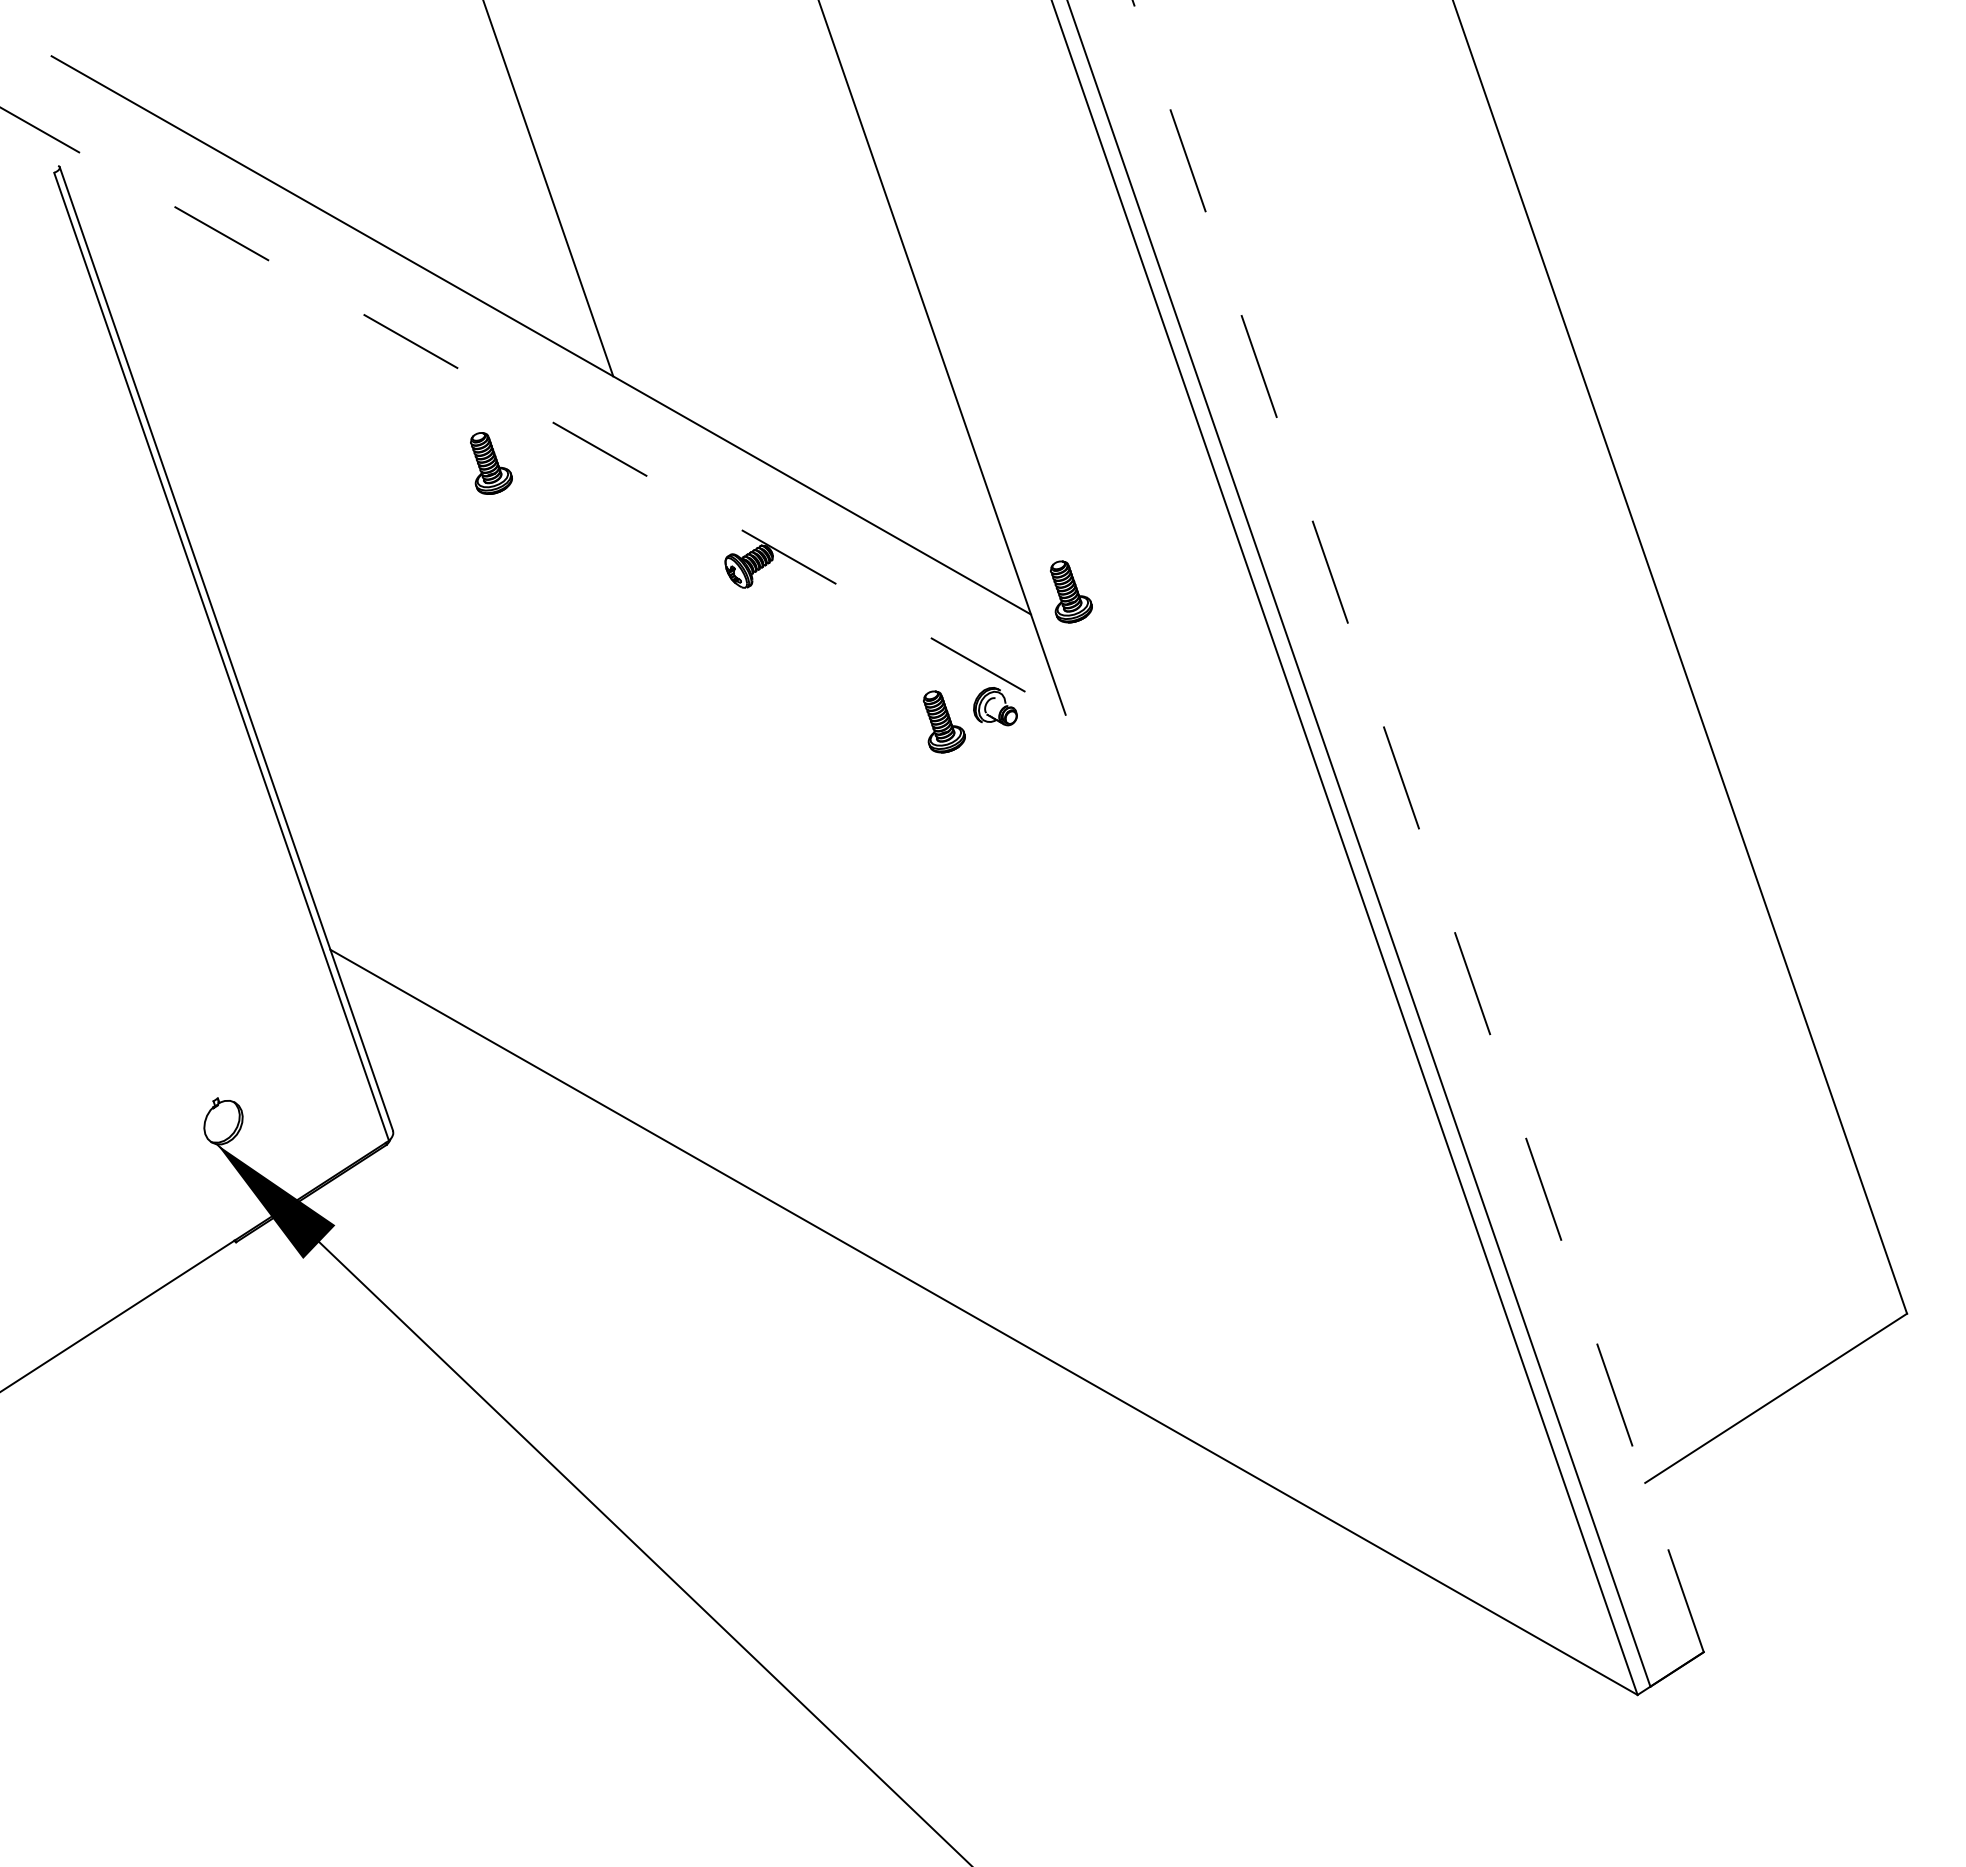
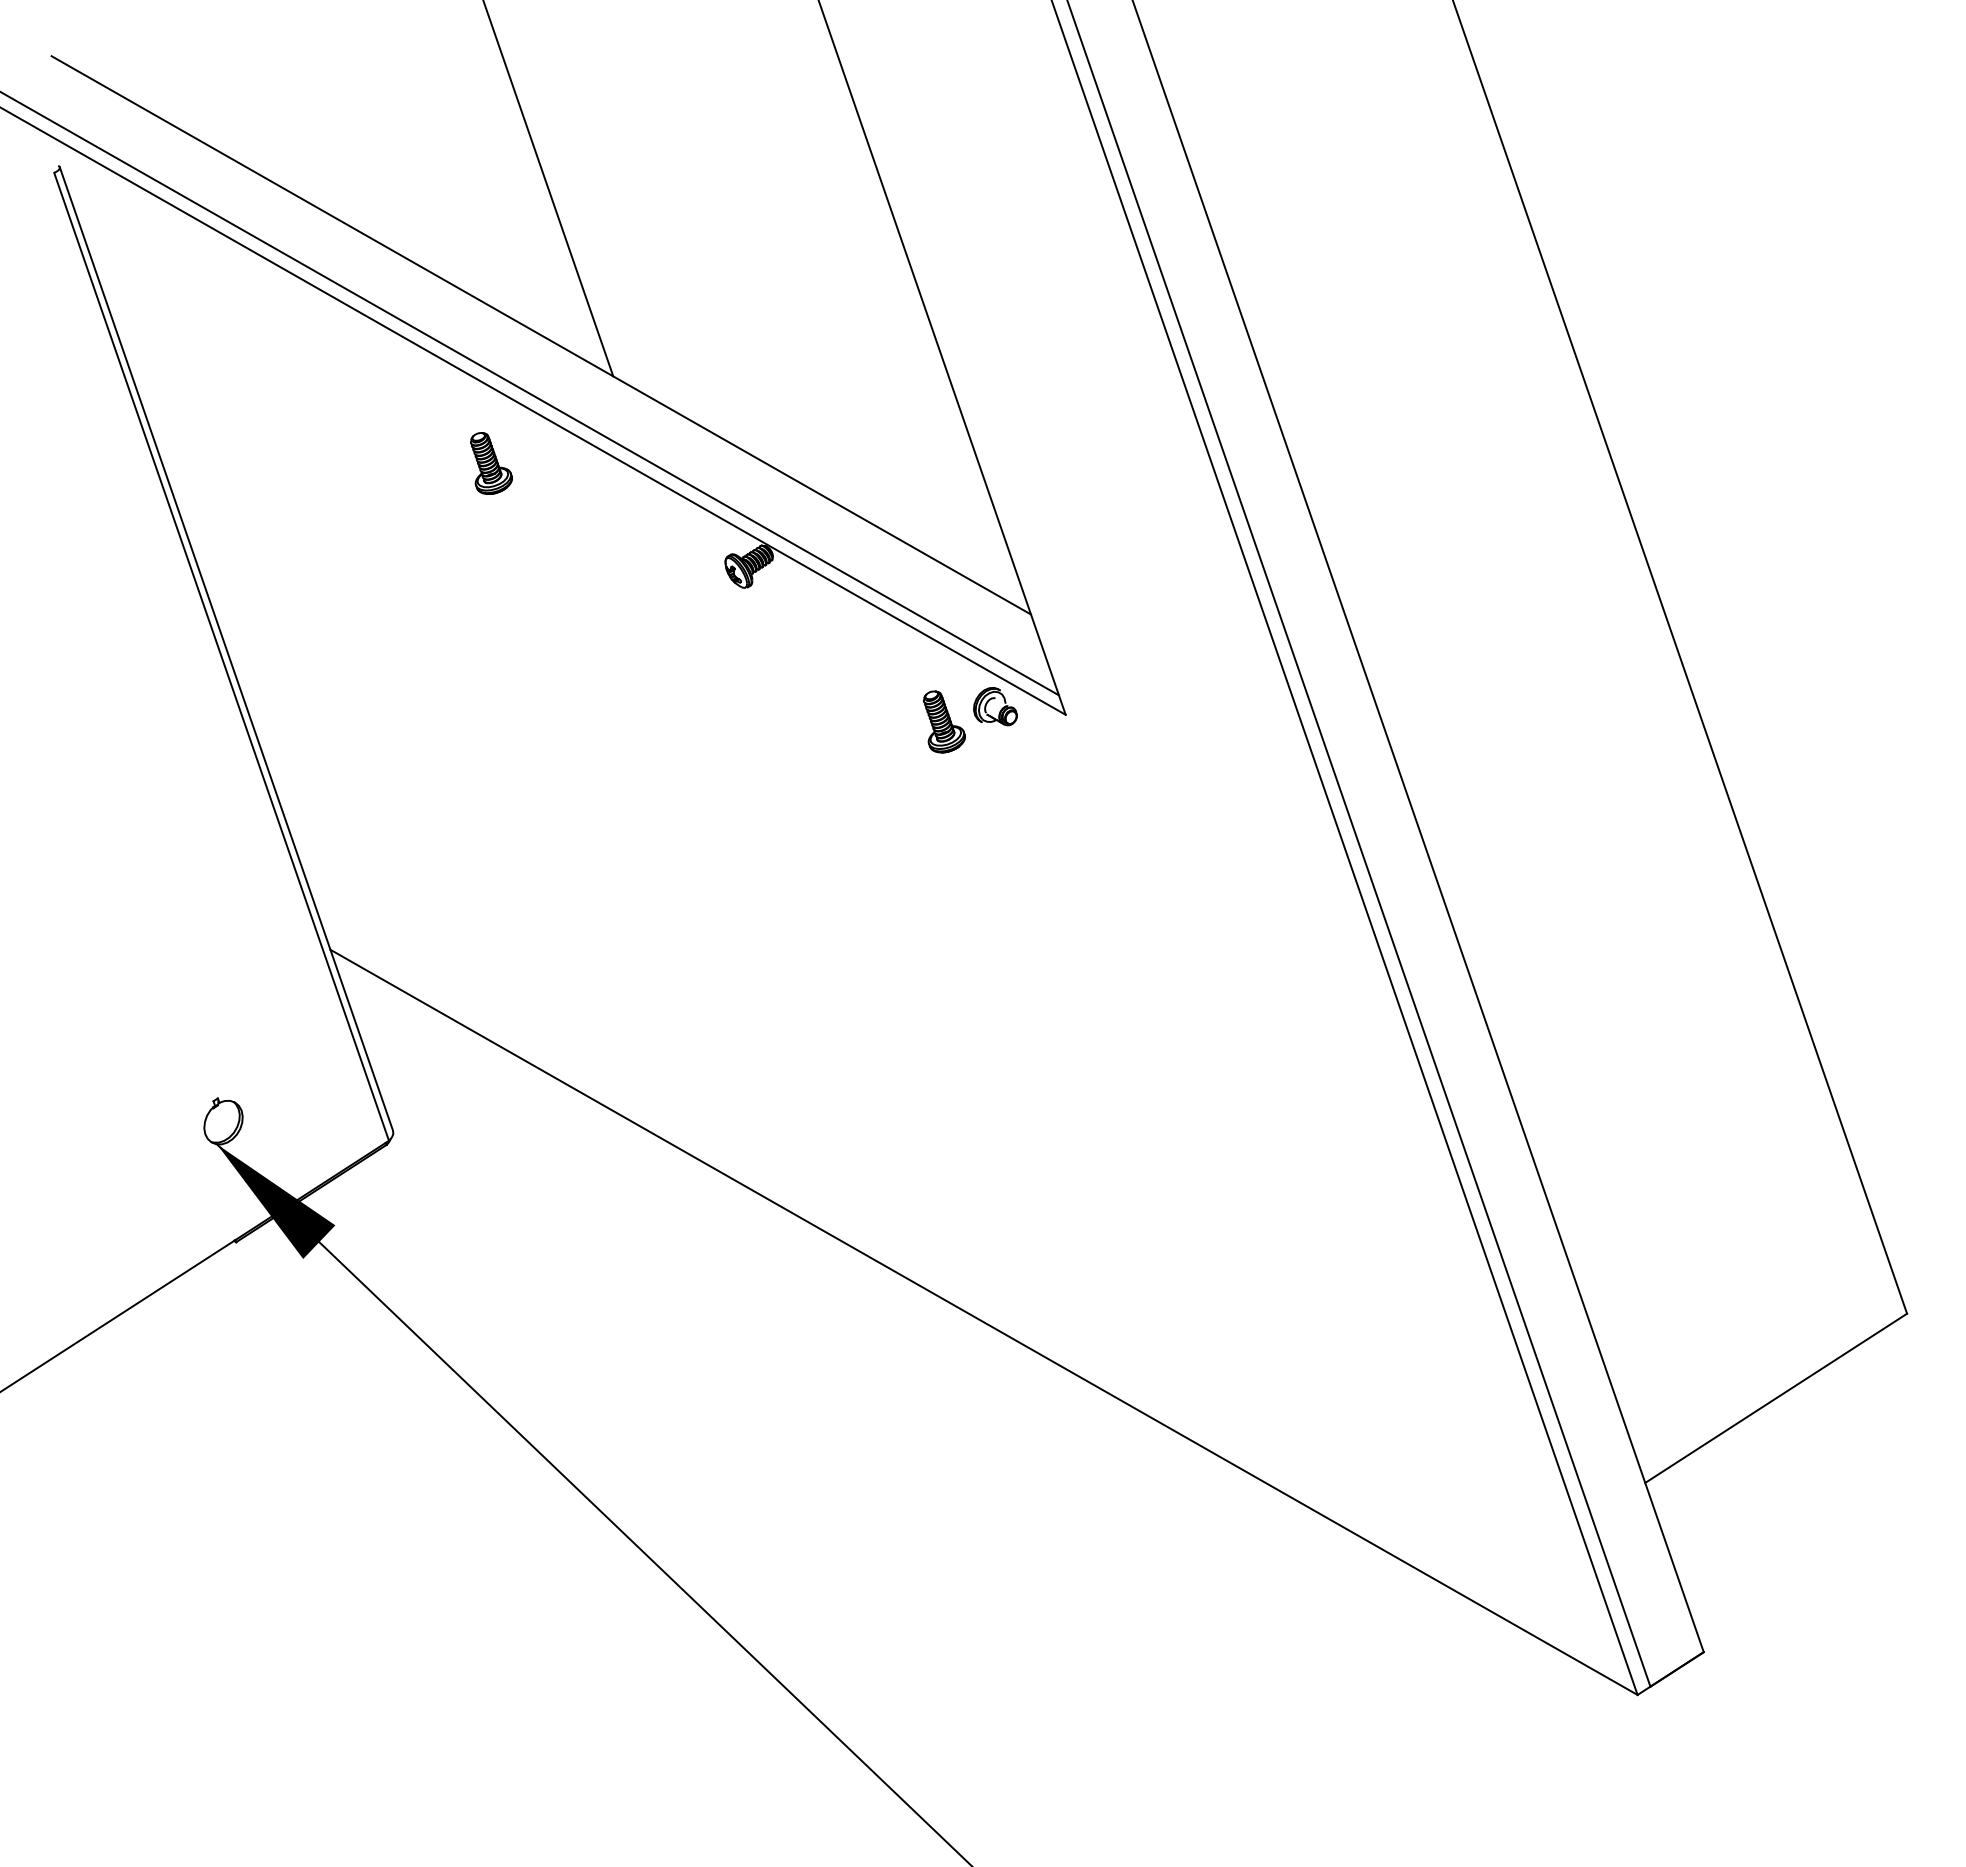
line at (530, 394): none -> present
line at (533, 411): dashed -> solid
part at (1071, 591): present -> none
line at (1418, 826): dashed -> solid
